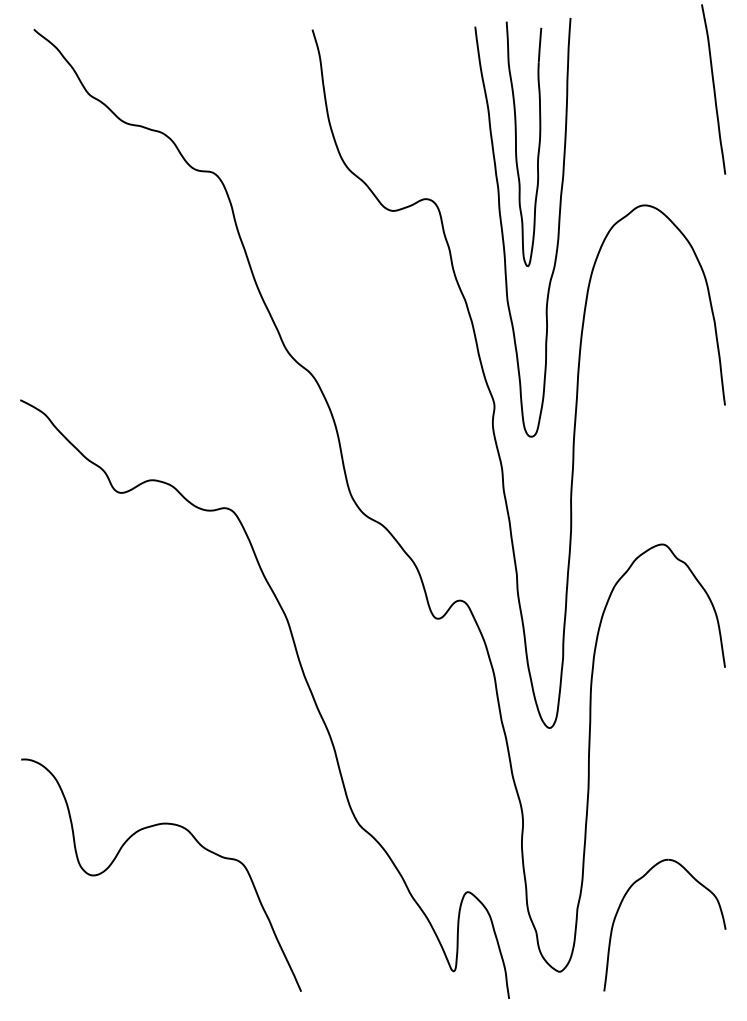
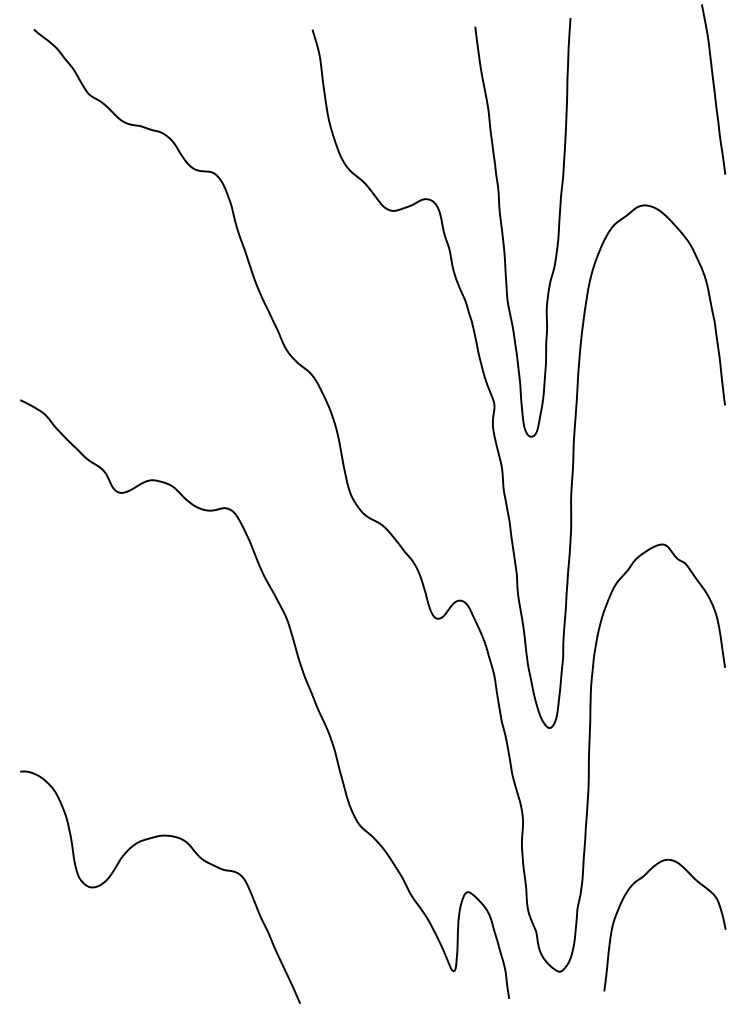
part at (516, 143): present -> none
curve at (124, 845) position: (124, 845) -> (123, 857)
